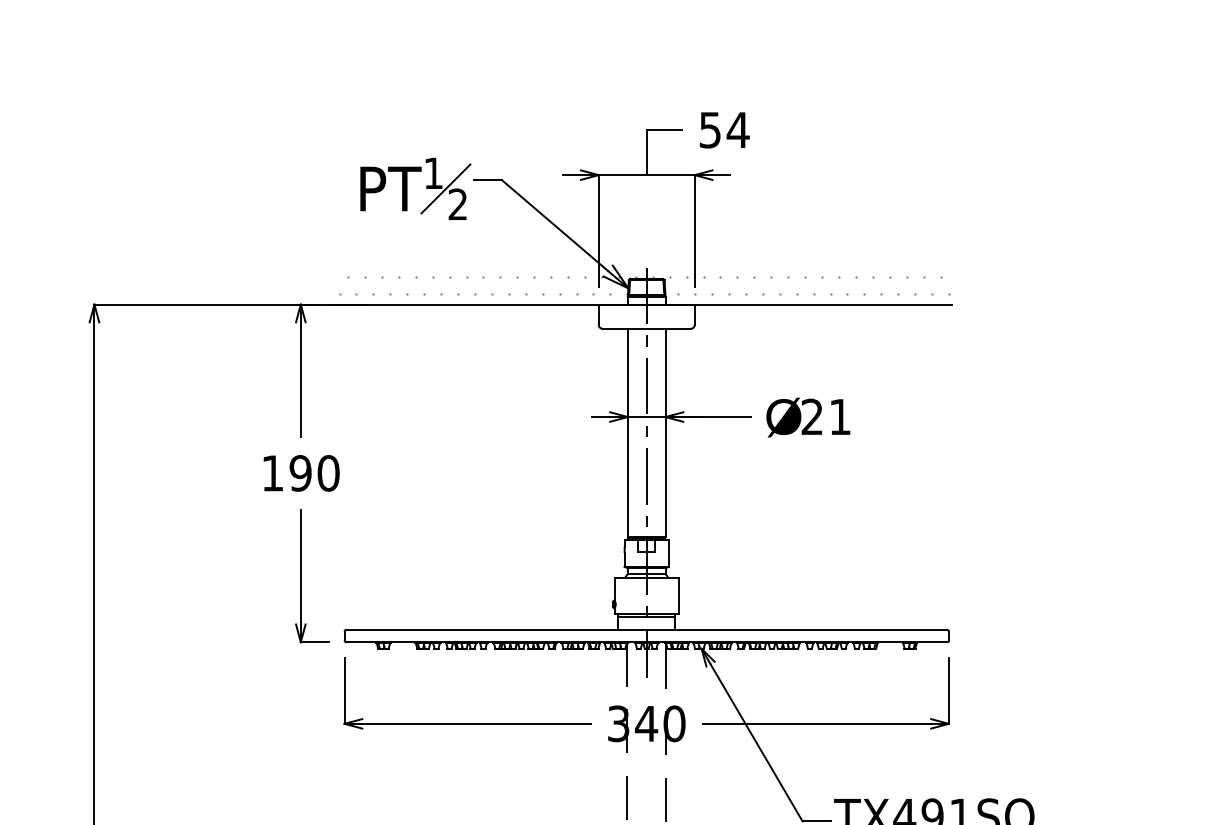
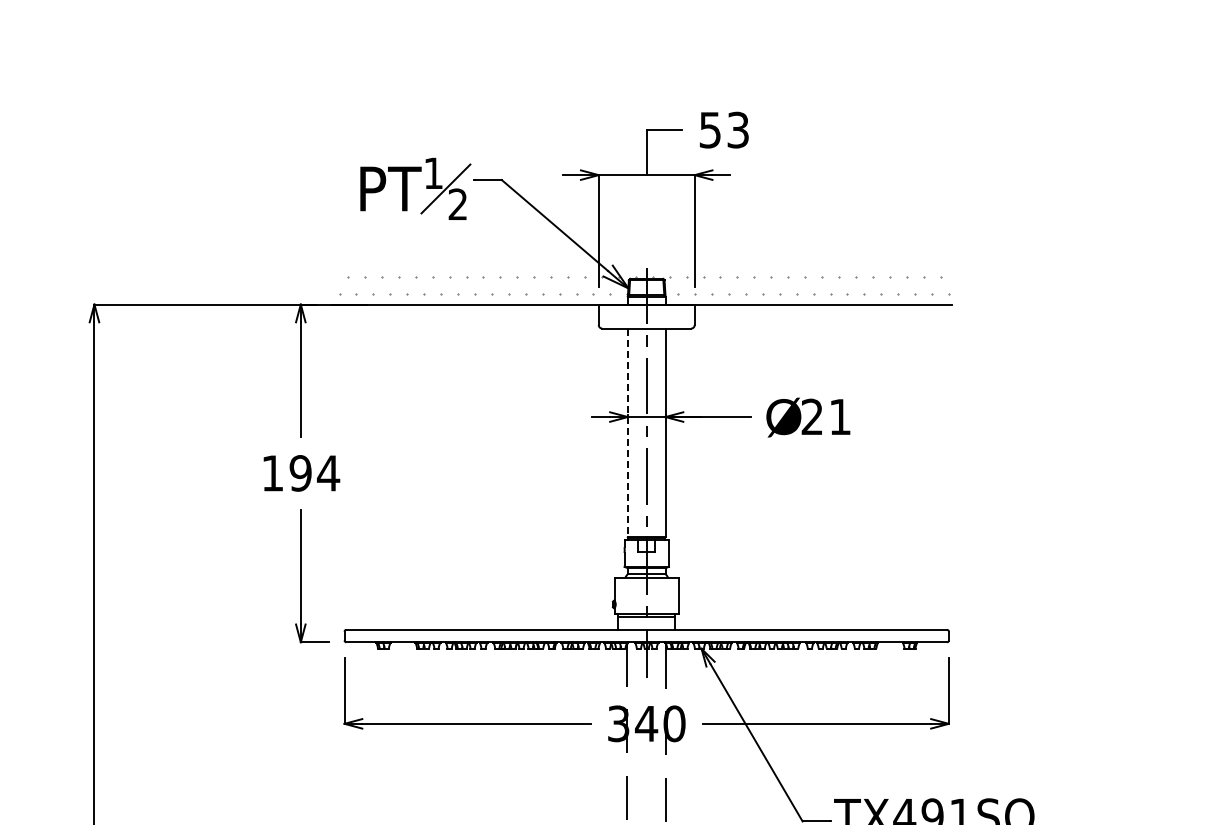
text at (737, 129): 54 -> 53
line at (627, 433): solid -> dashed
text at (328, 473): 190 -> 194
